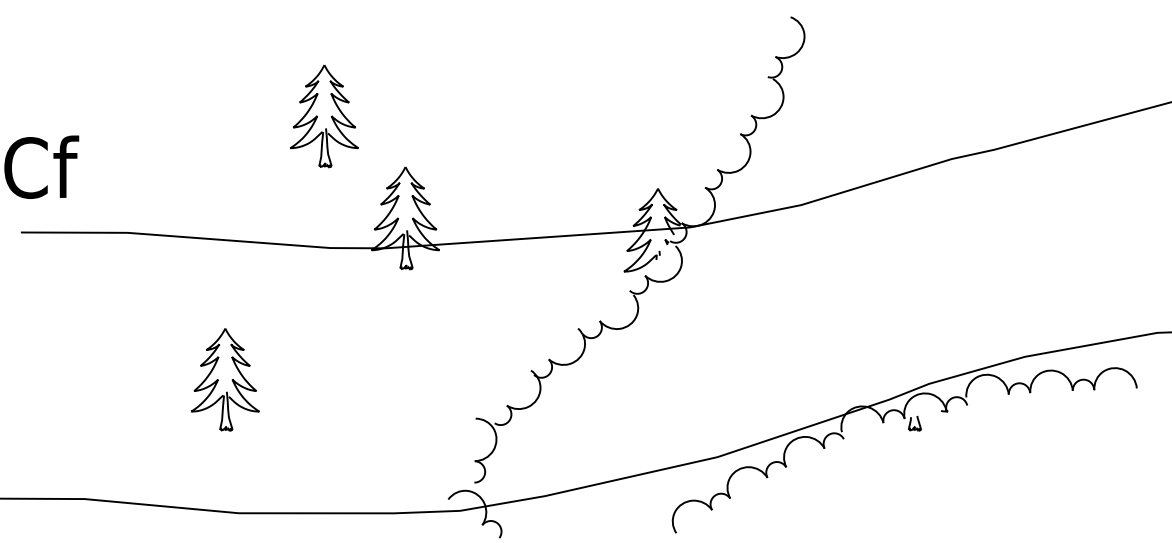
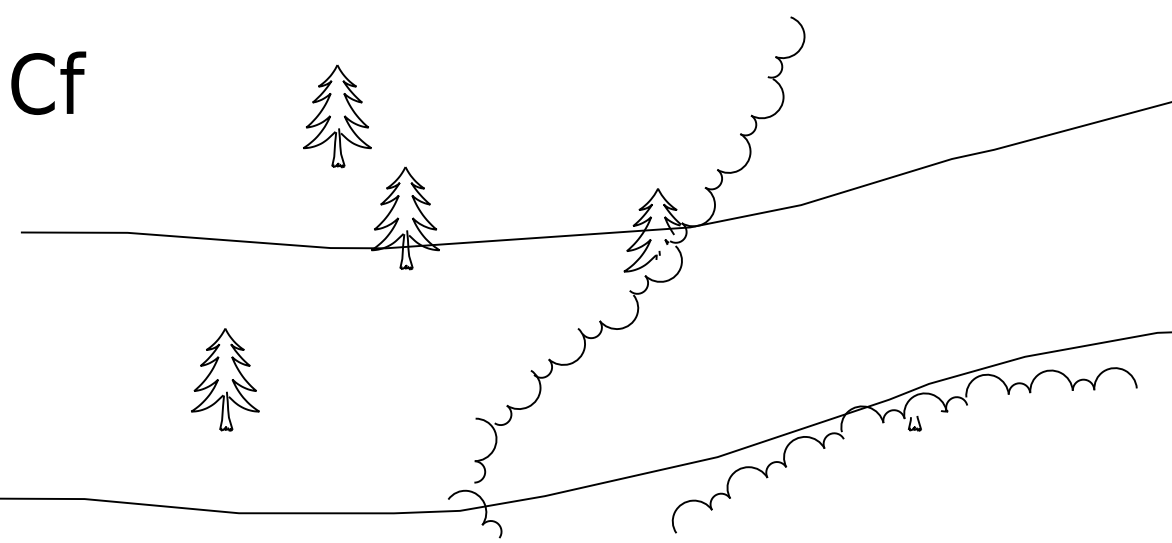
part at (324, 116) position: (324, 116) -> (337, 116)
text at (41, 166) position: (41, 166) -> (48, 82)
